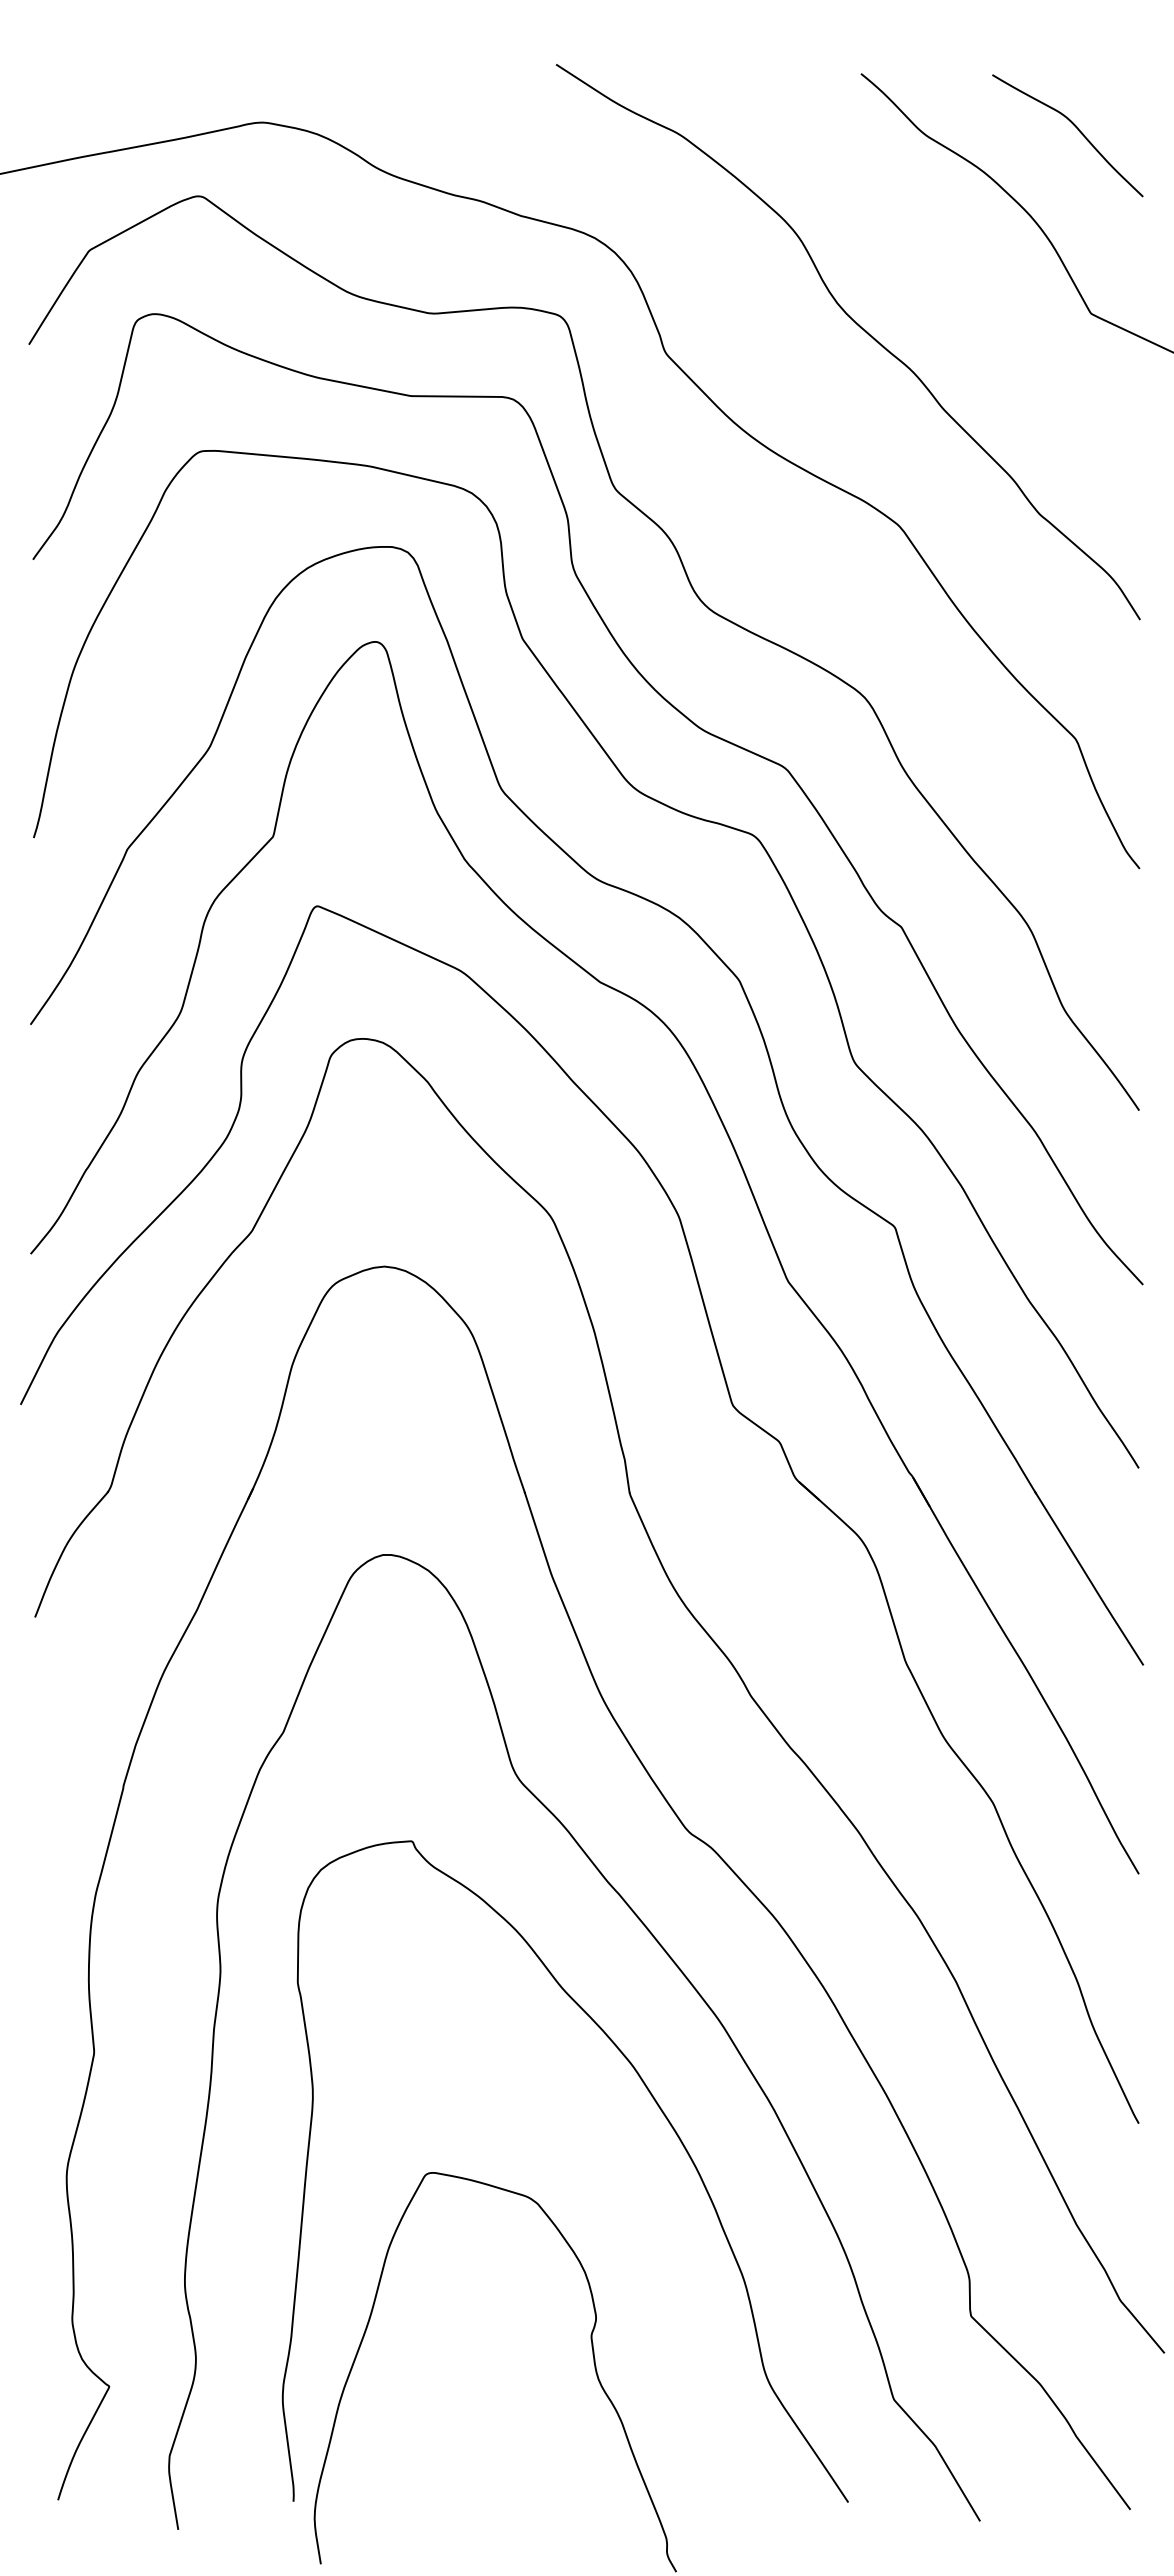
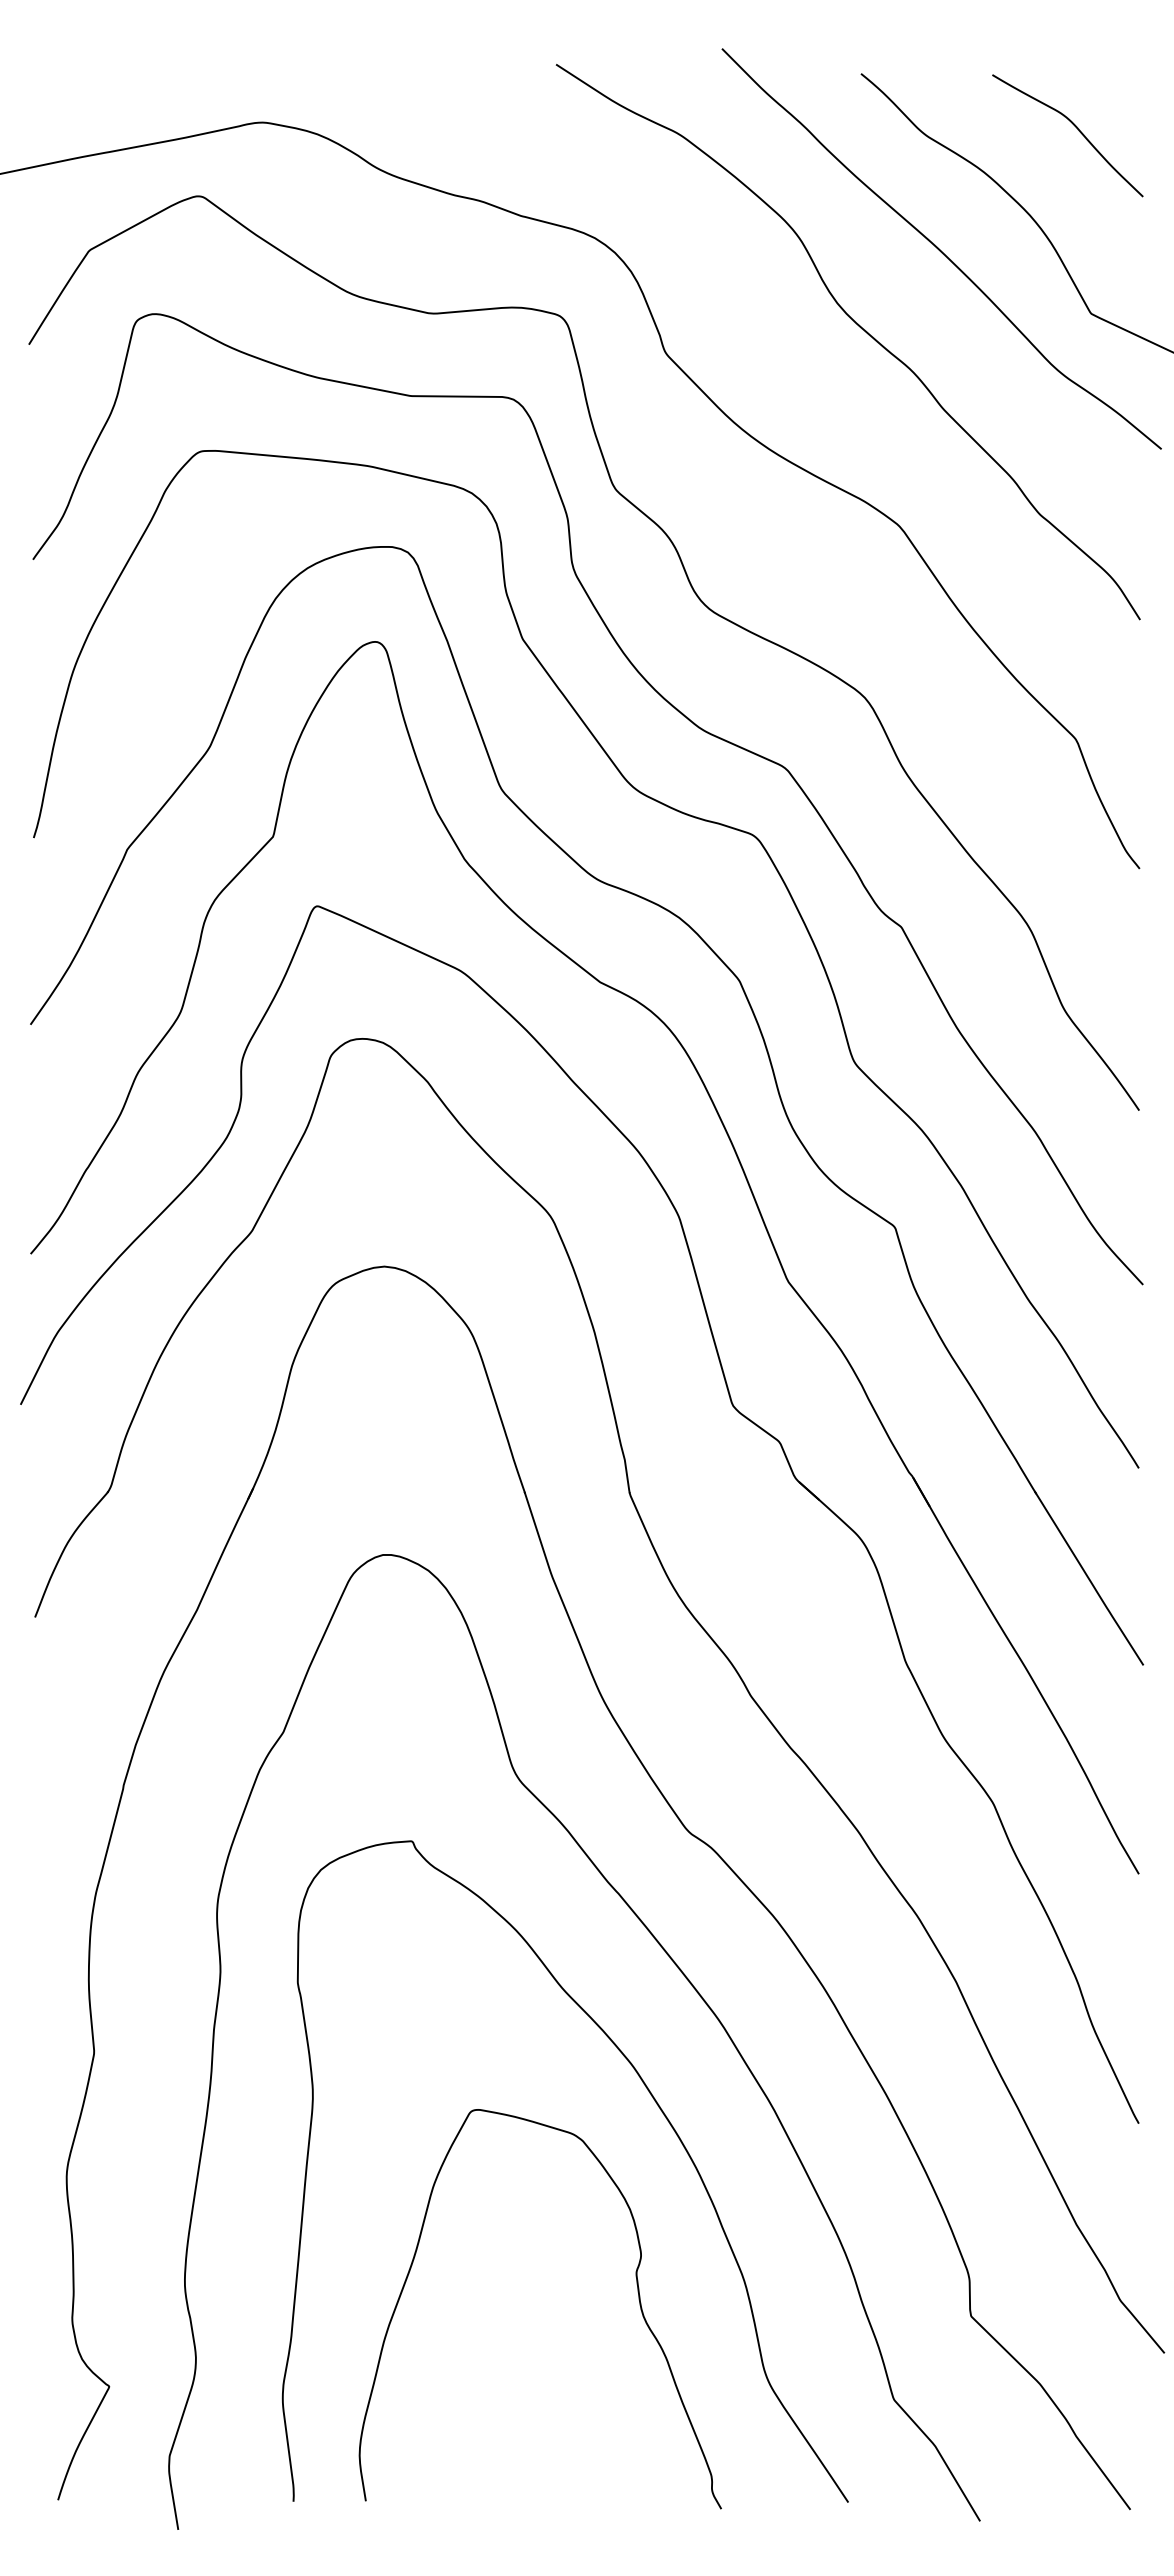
curve at (940, 249): none -> present
curve at (592, 2355) position: (592, 2355) -> (637, 2292)
